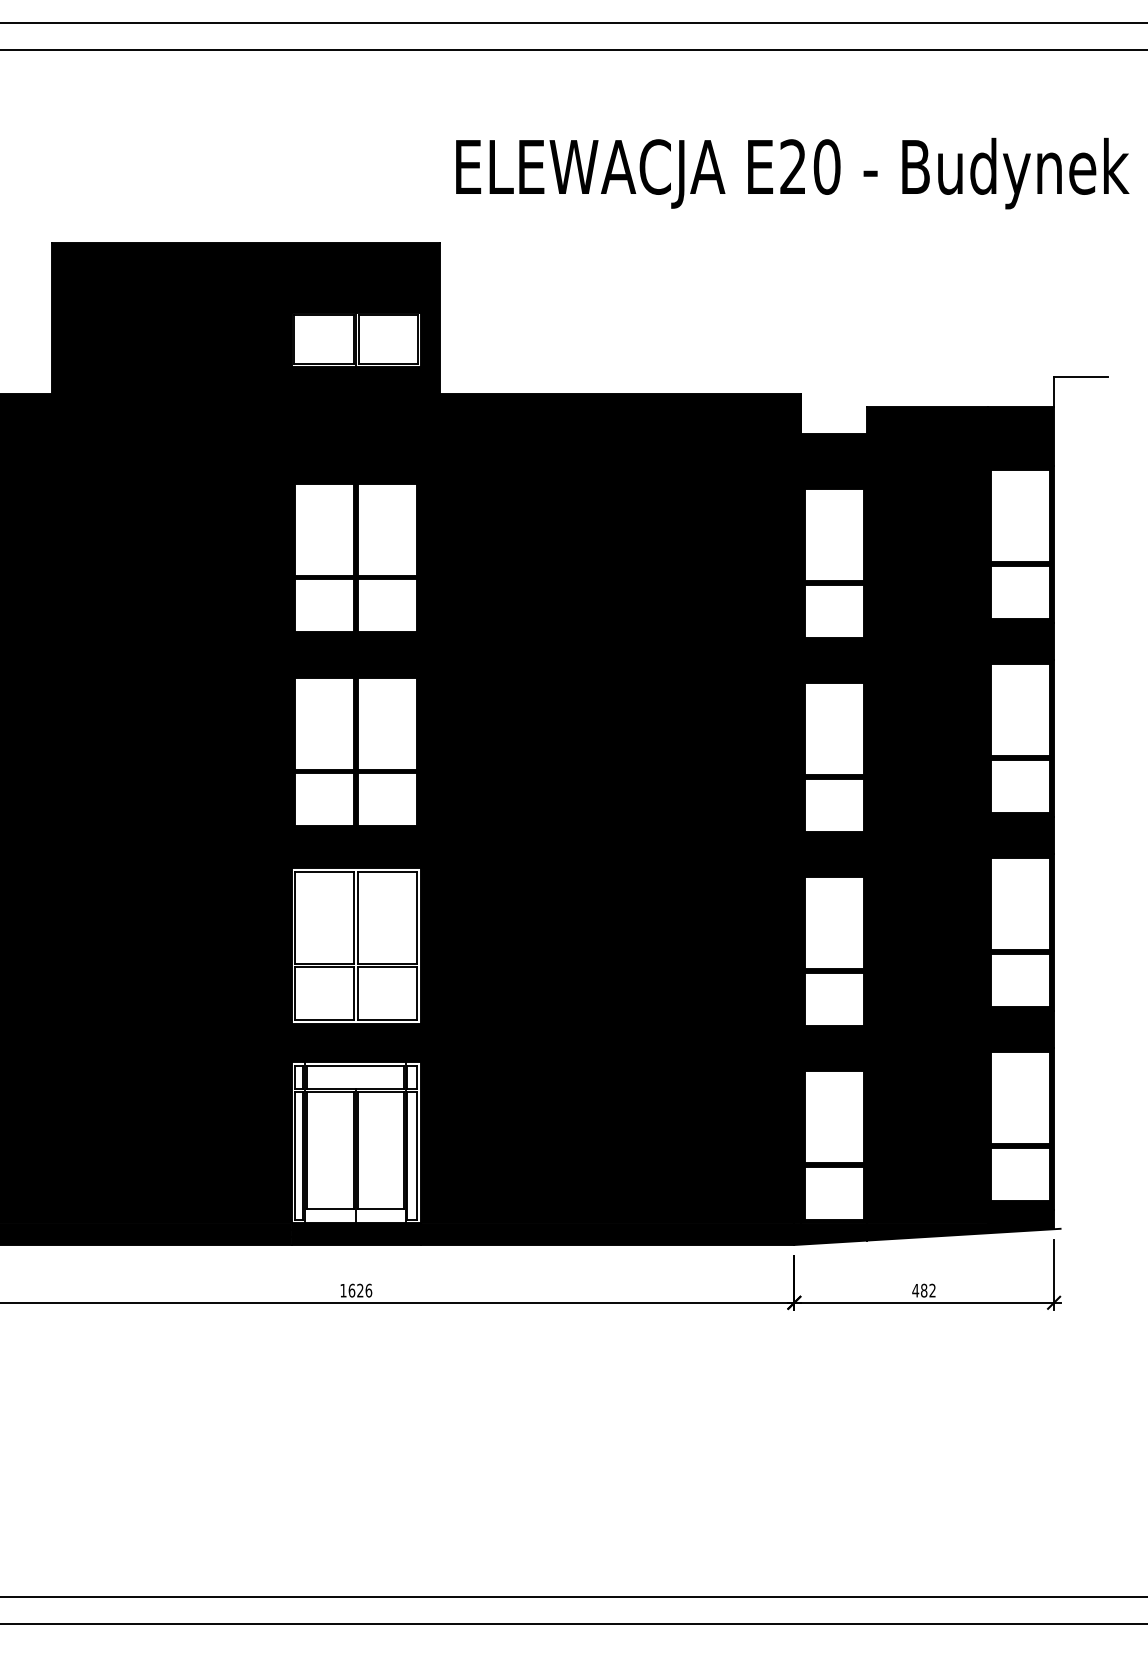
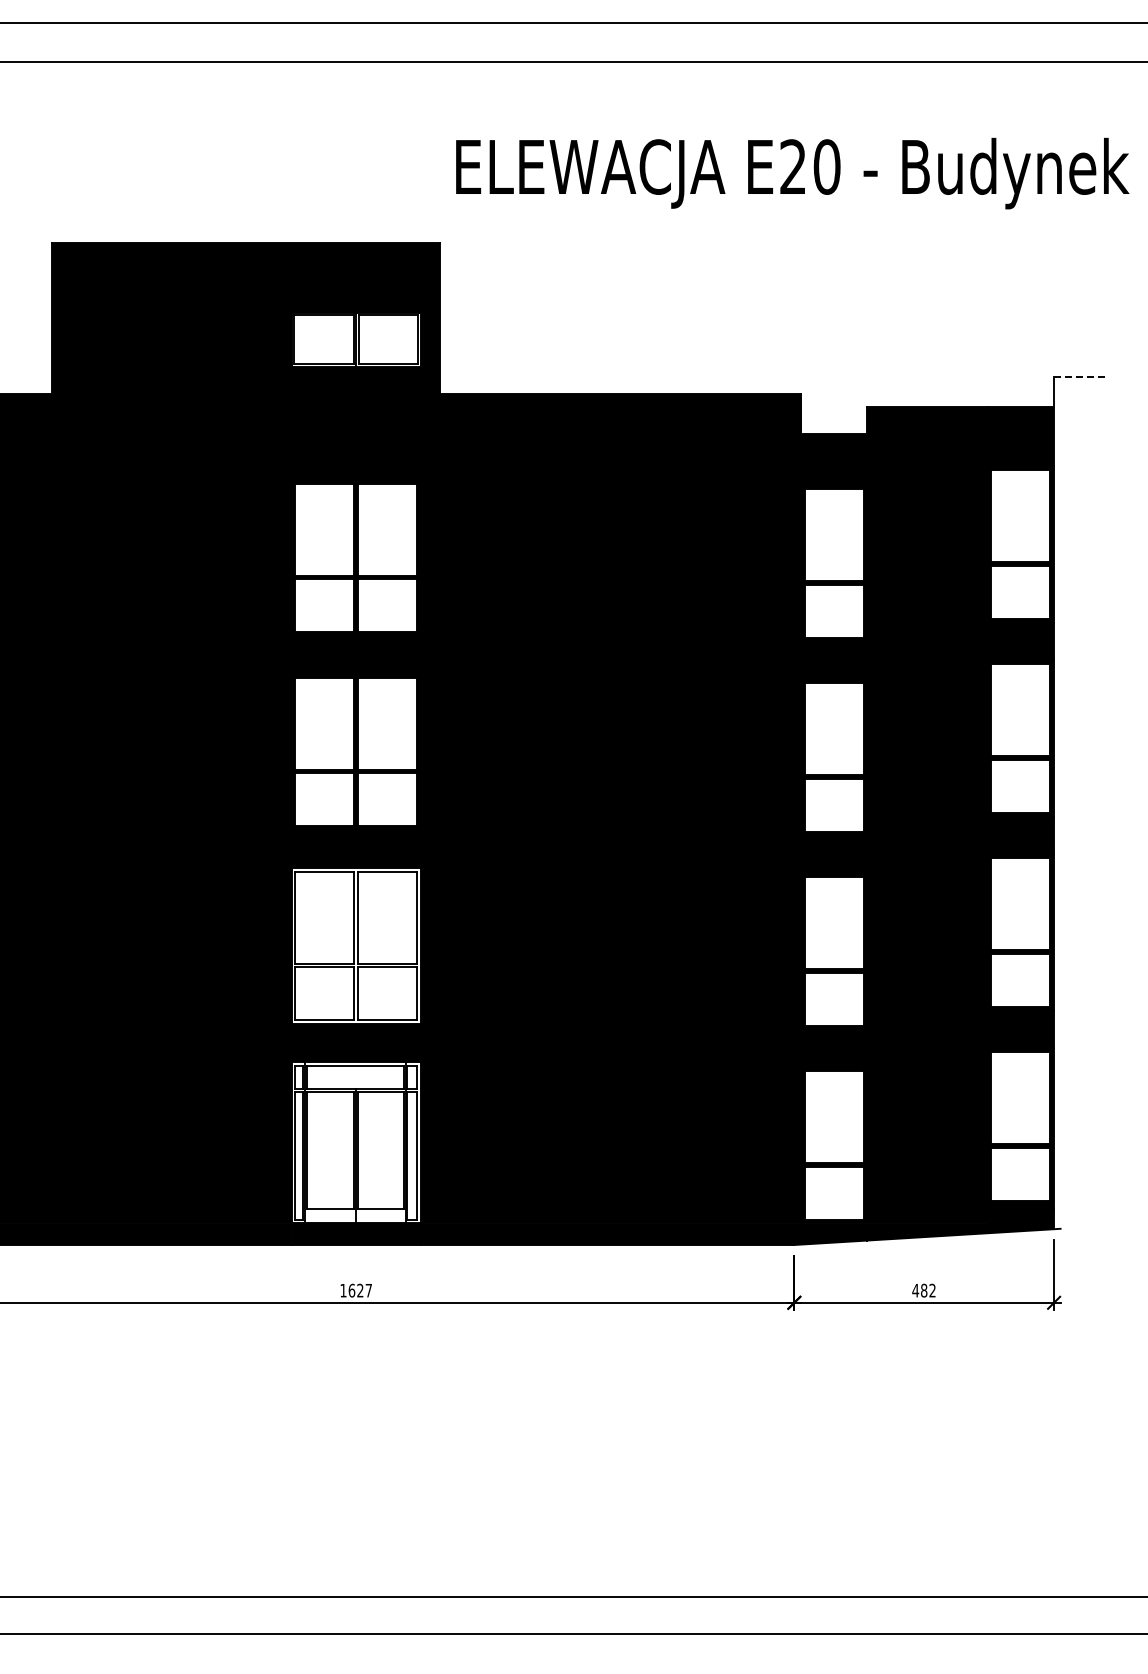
line at (573, 50) position: (573, 50) -> (573, 62)
line at (1081, 377): solid -> dashed
text at (368, 1290): 1626 -> 1627
line at (573, 1623) position: (573, 1623) -> (573, 1633)
